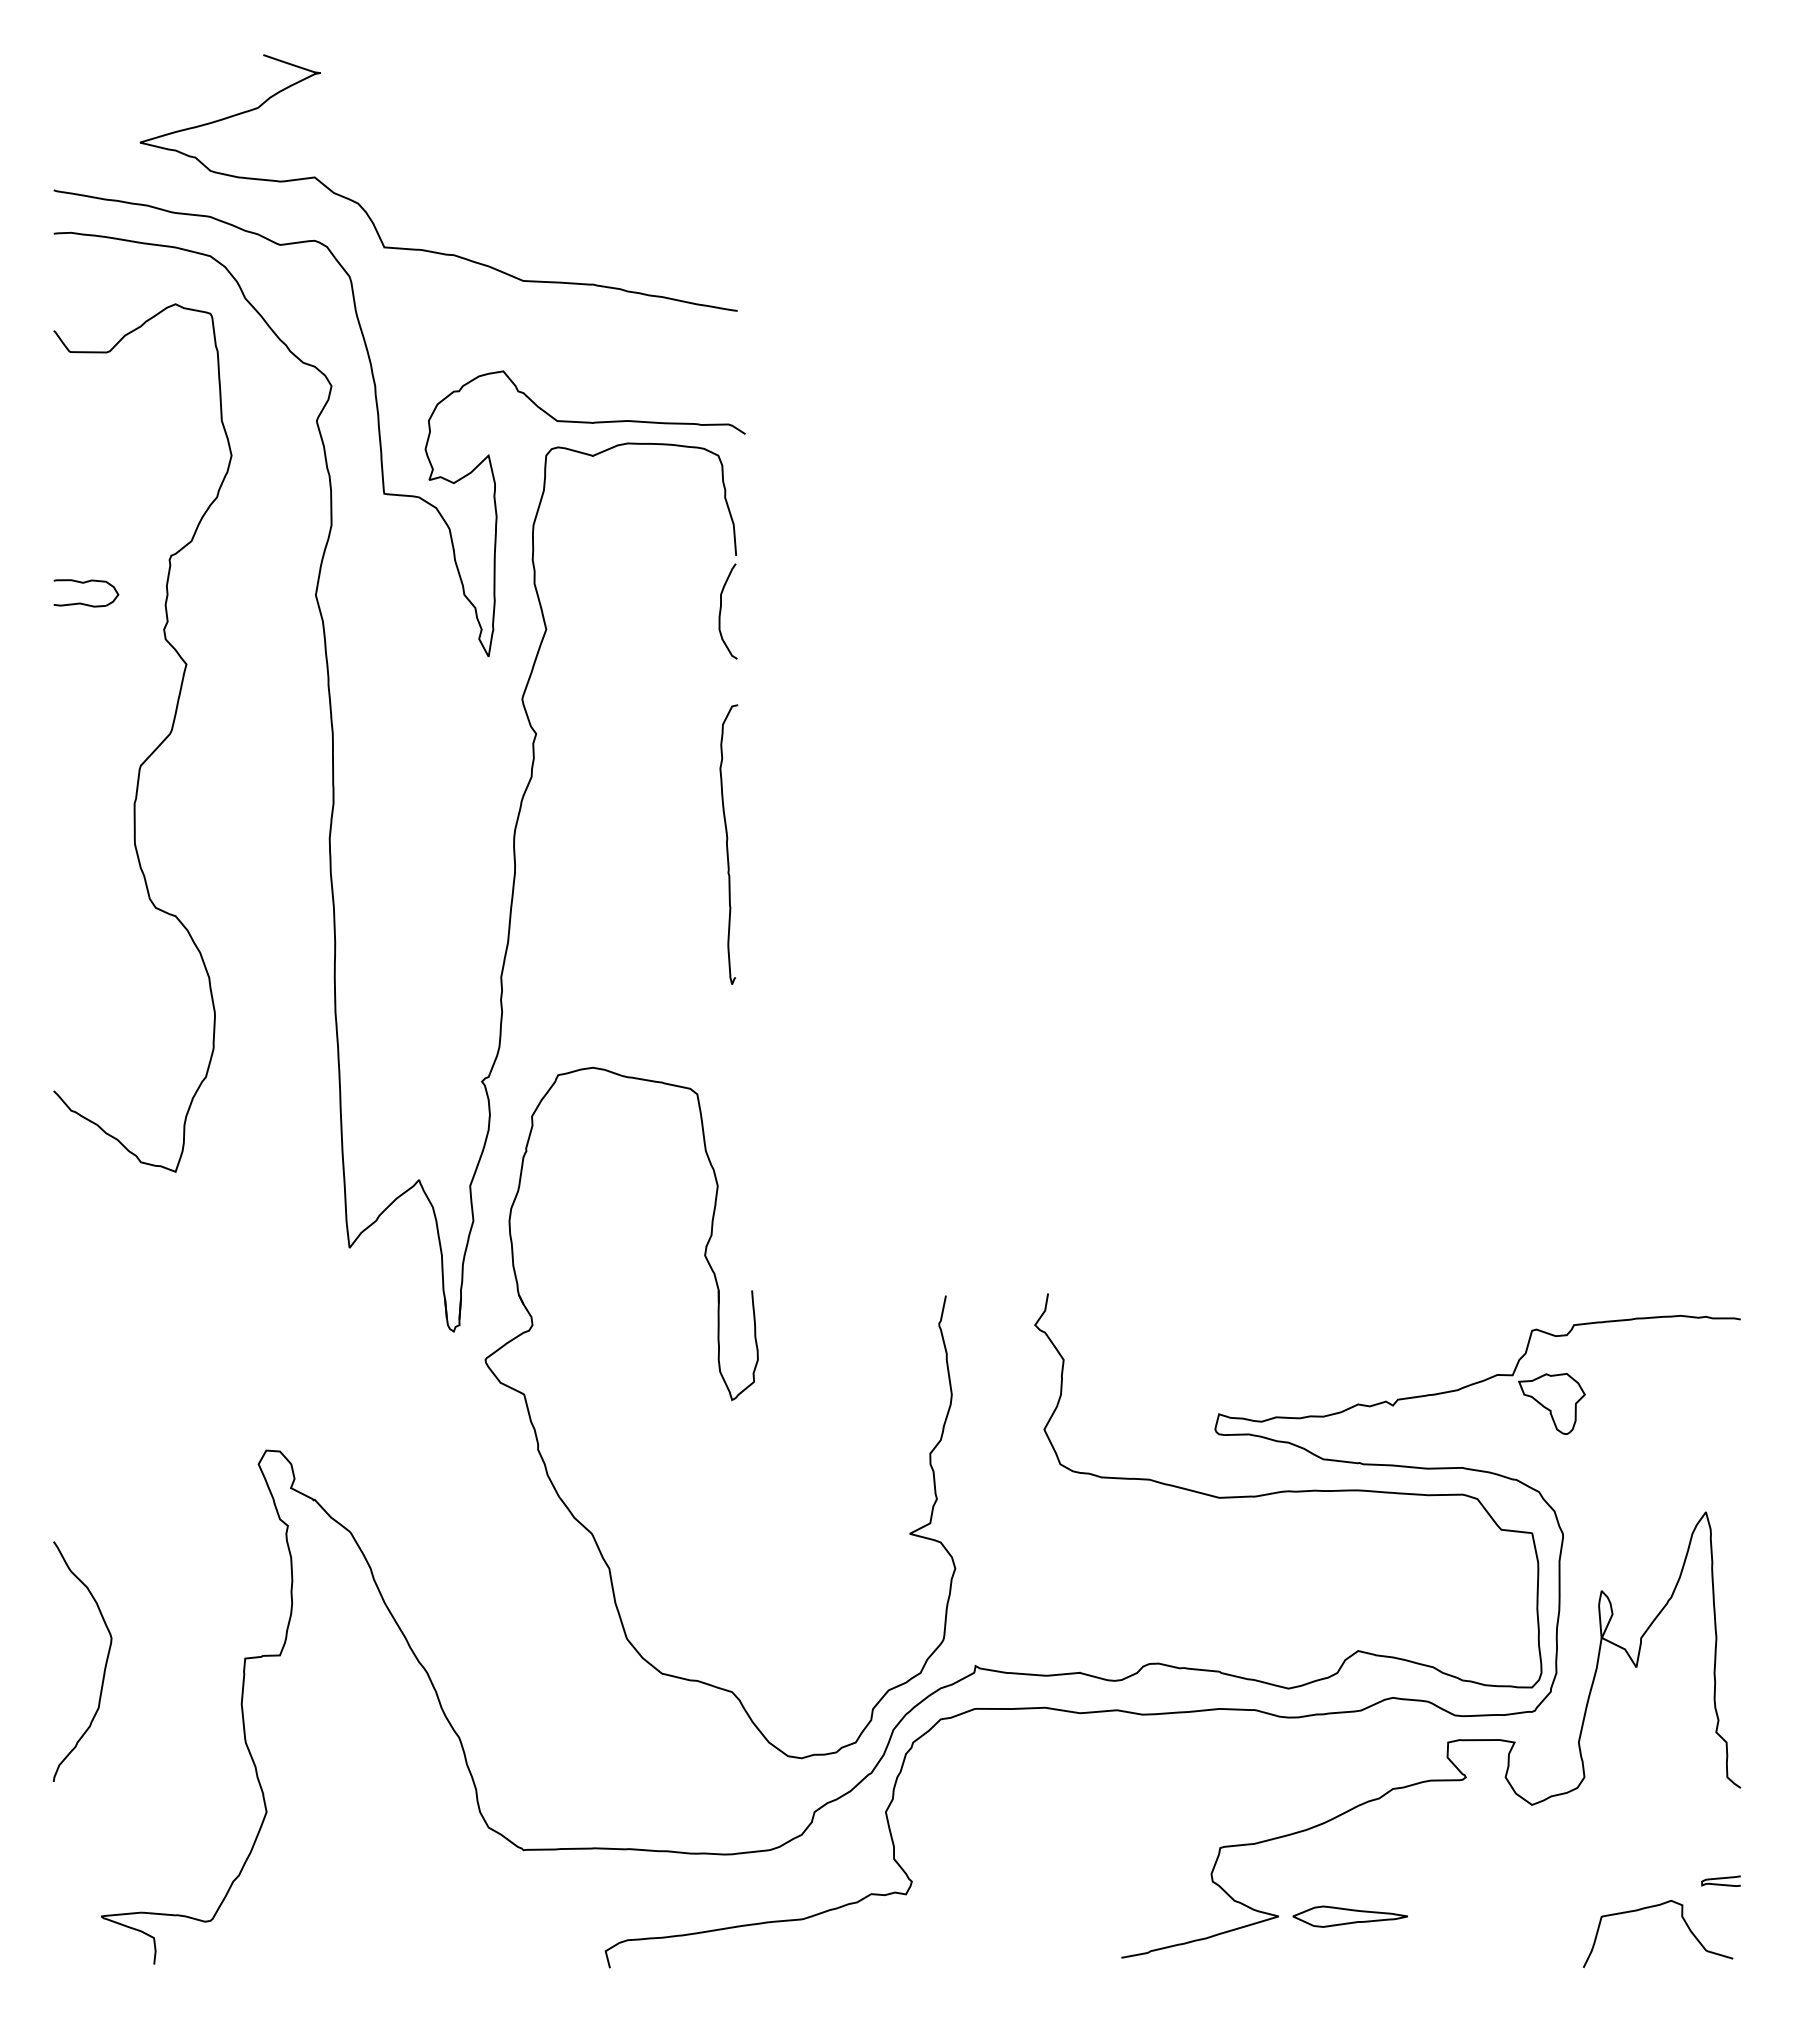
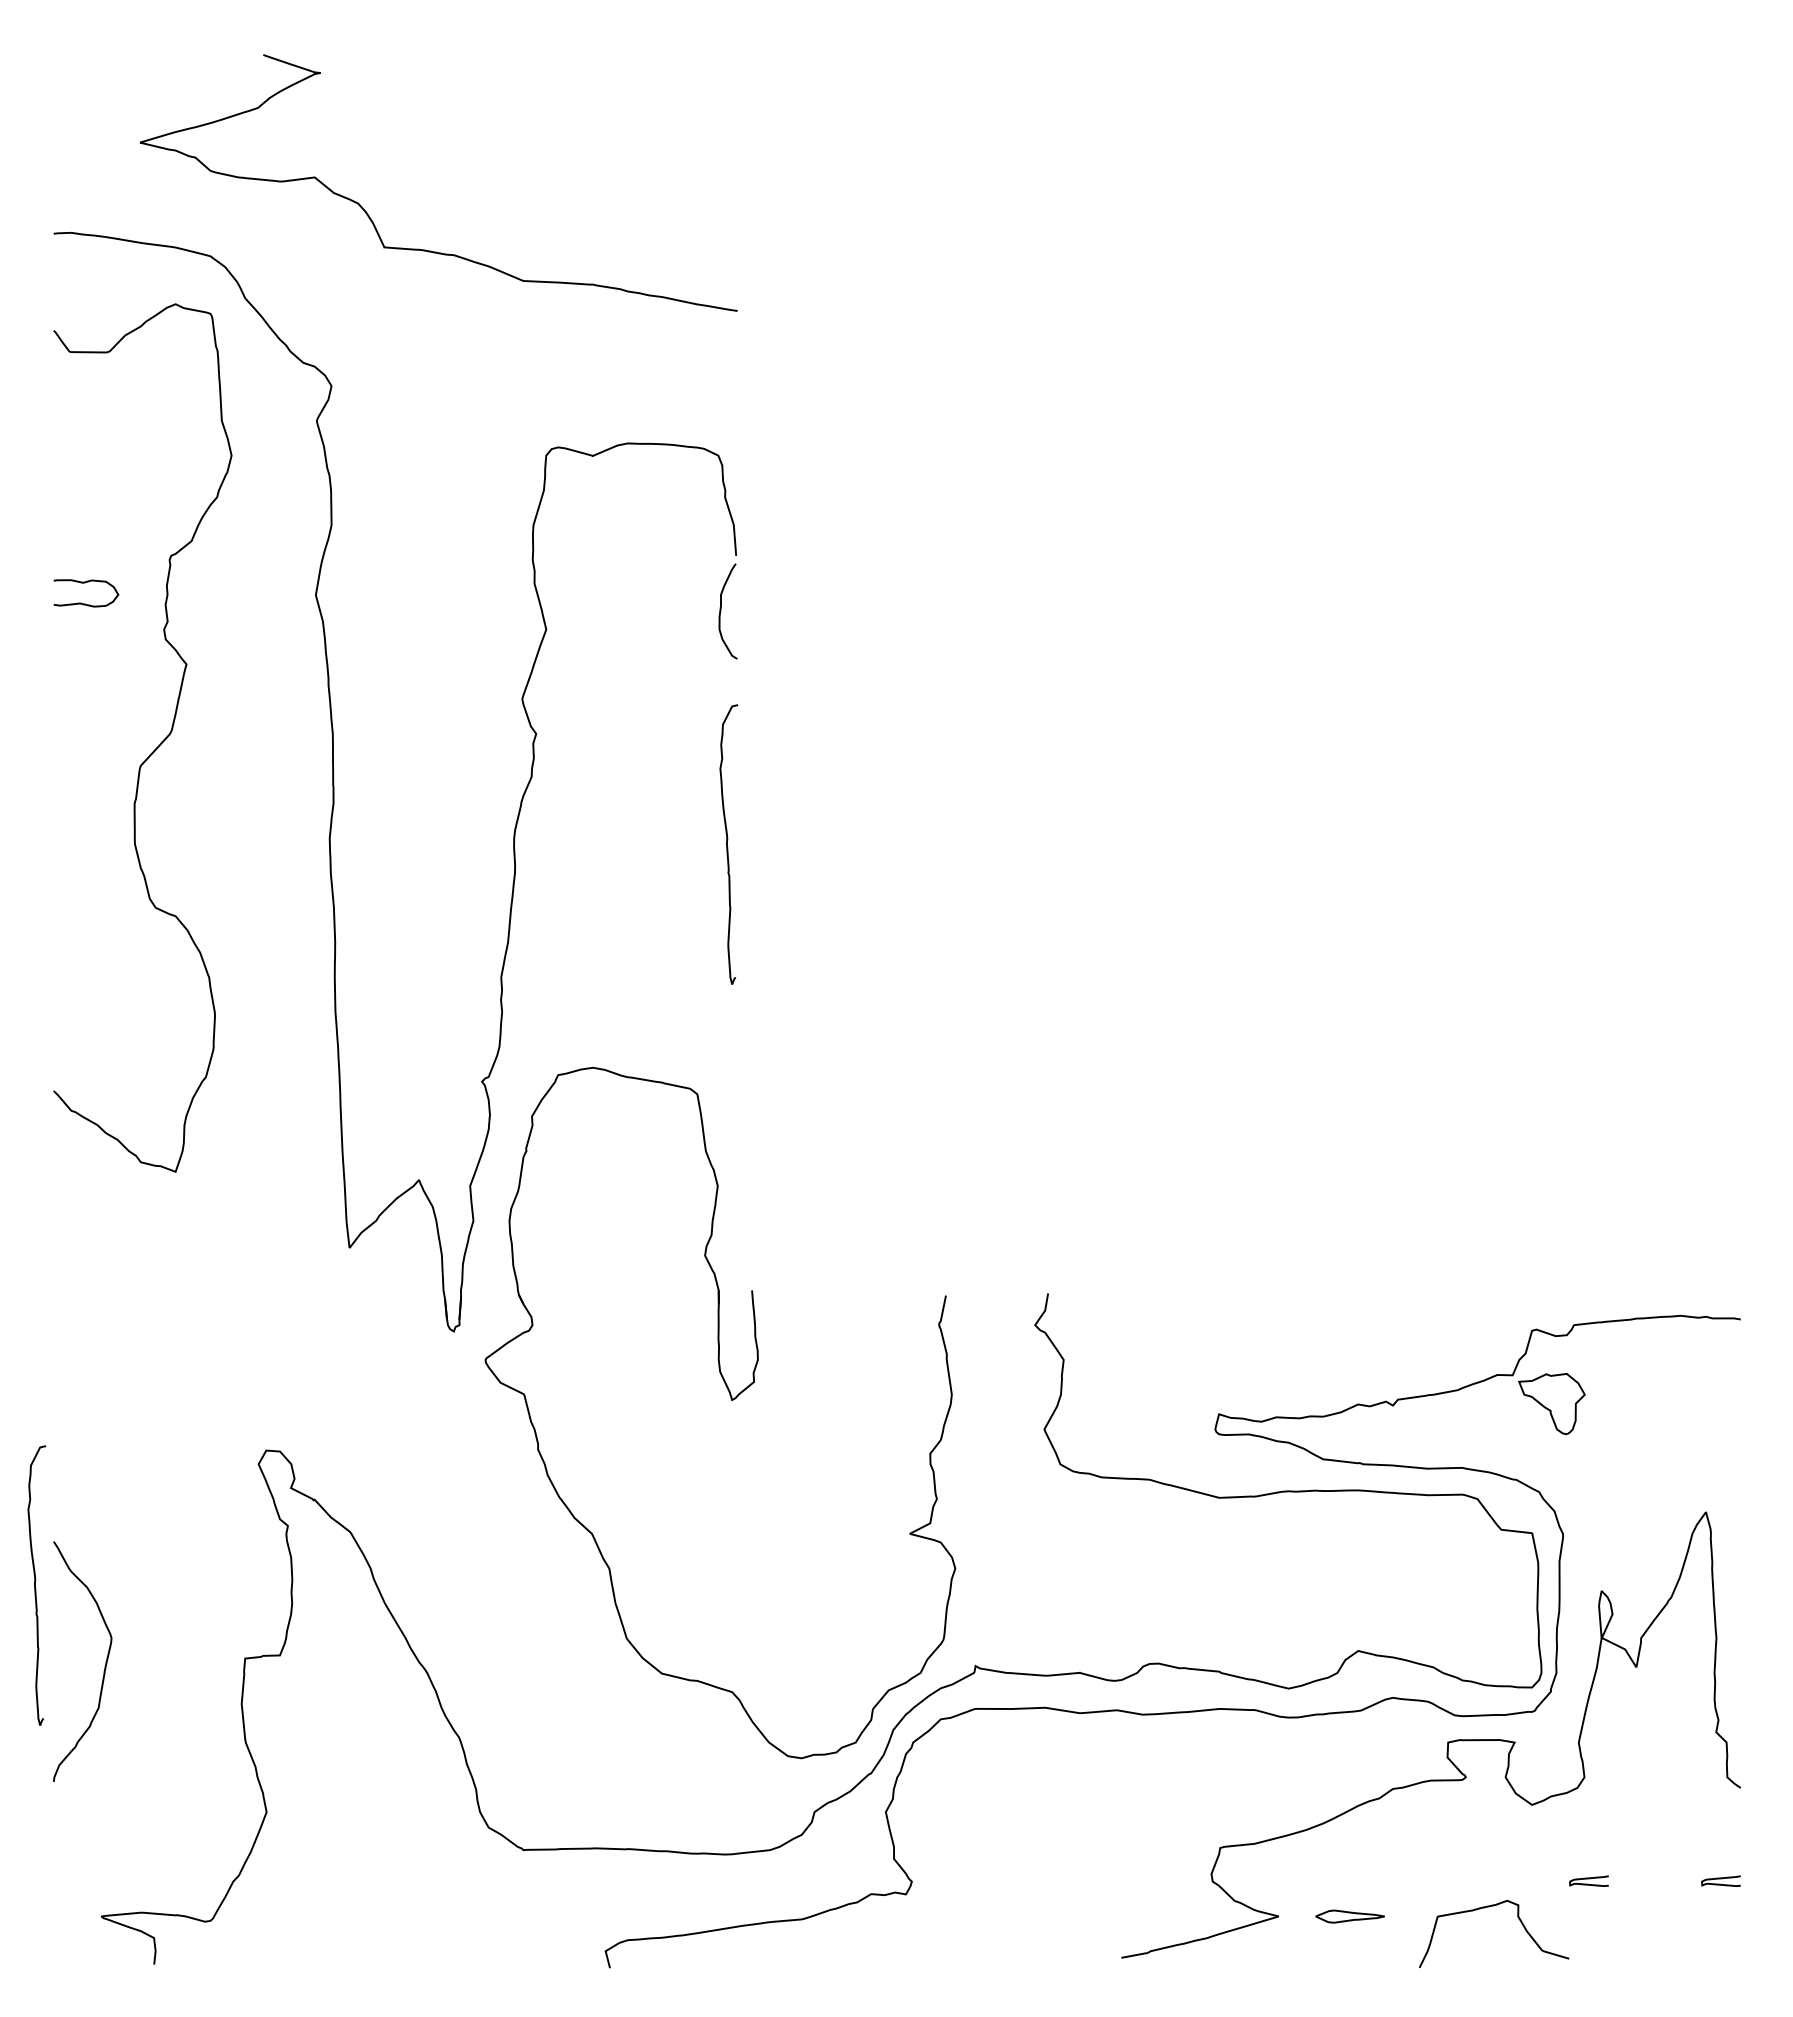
curve at (380, 429): present -> none
curve at (35, 1585): none -> present
curve at (1588, 1879): none -> present
curve at (1653, 1907) position: (1653, 1907) -> (1489, 1907)
part at (1349, 1916) size: 116x23 px -> 70x15 px
